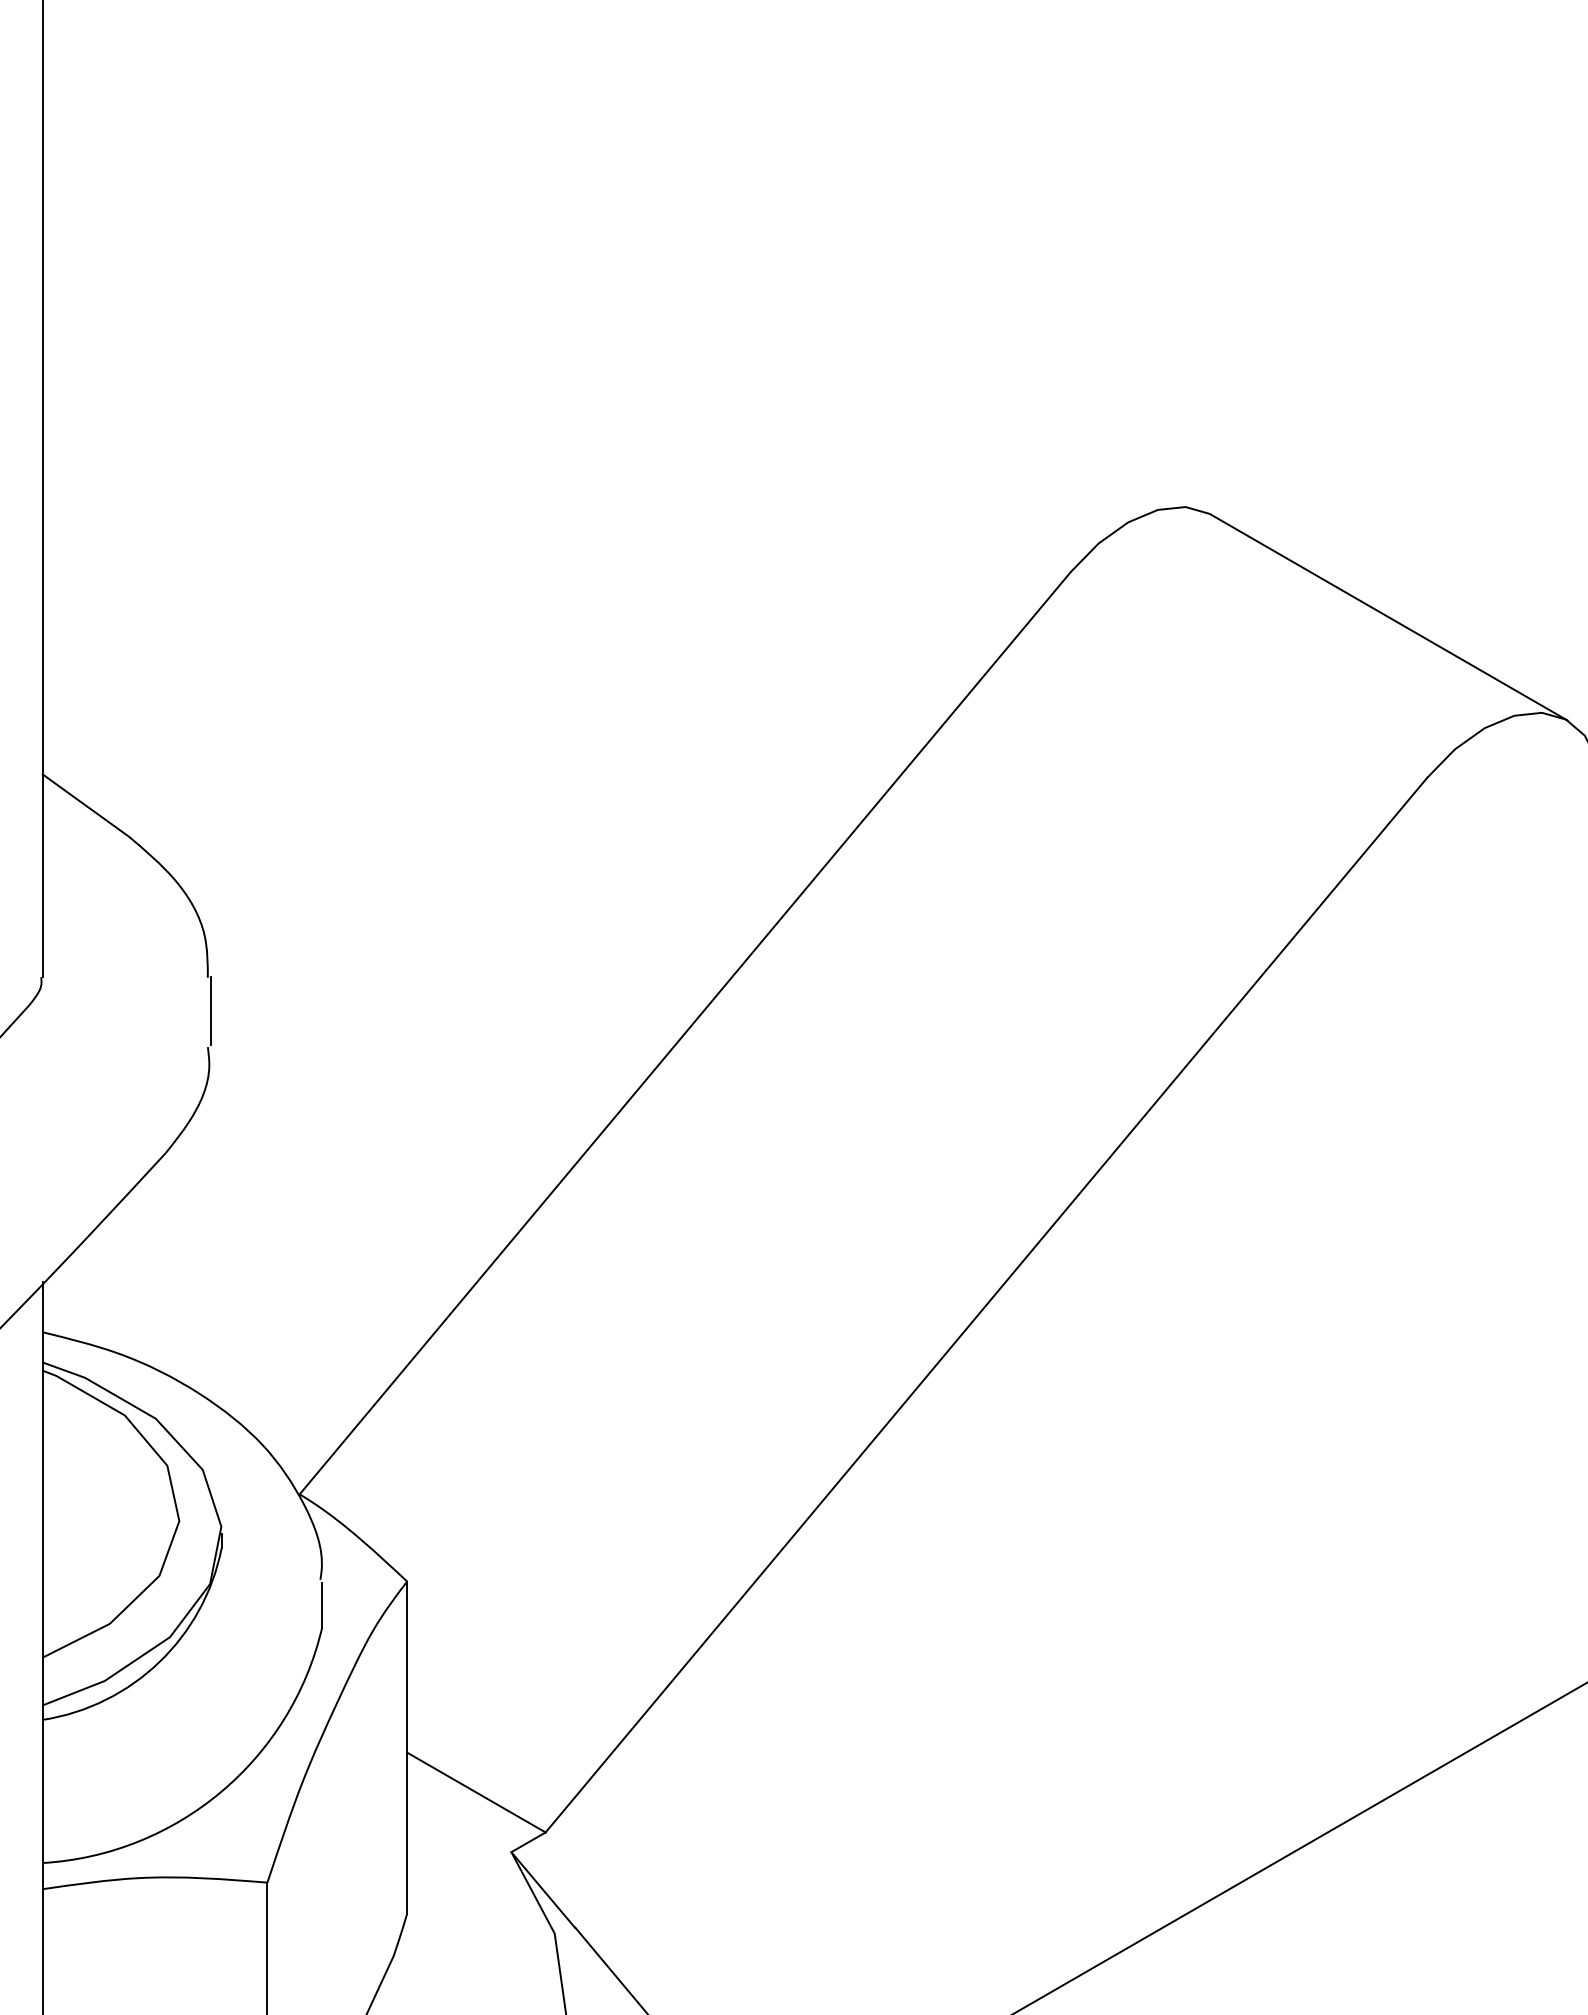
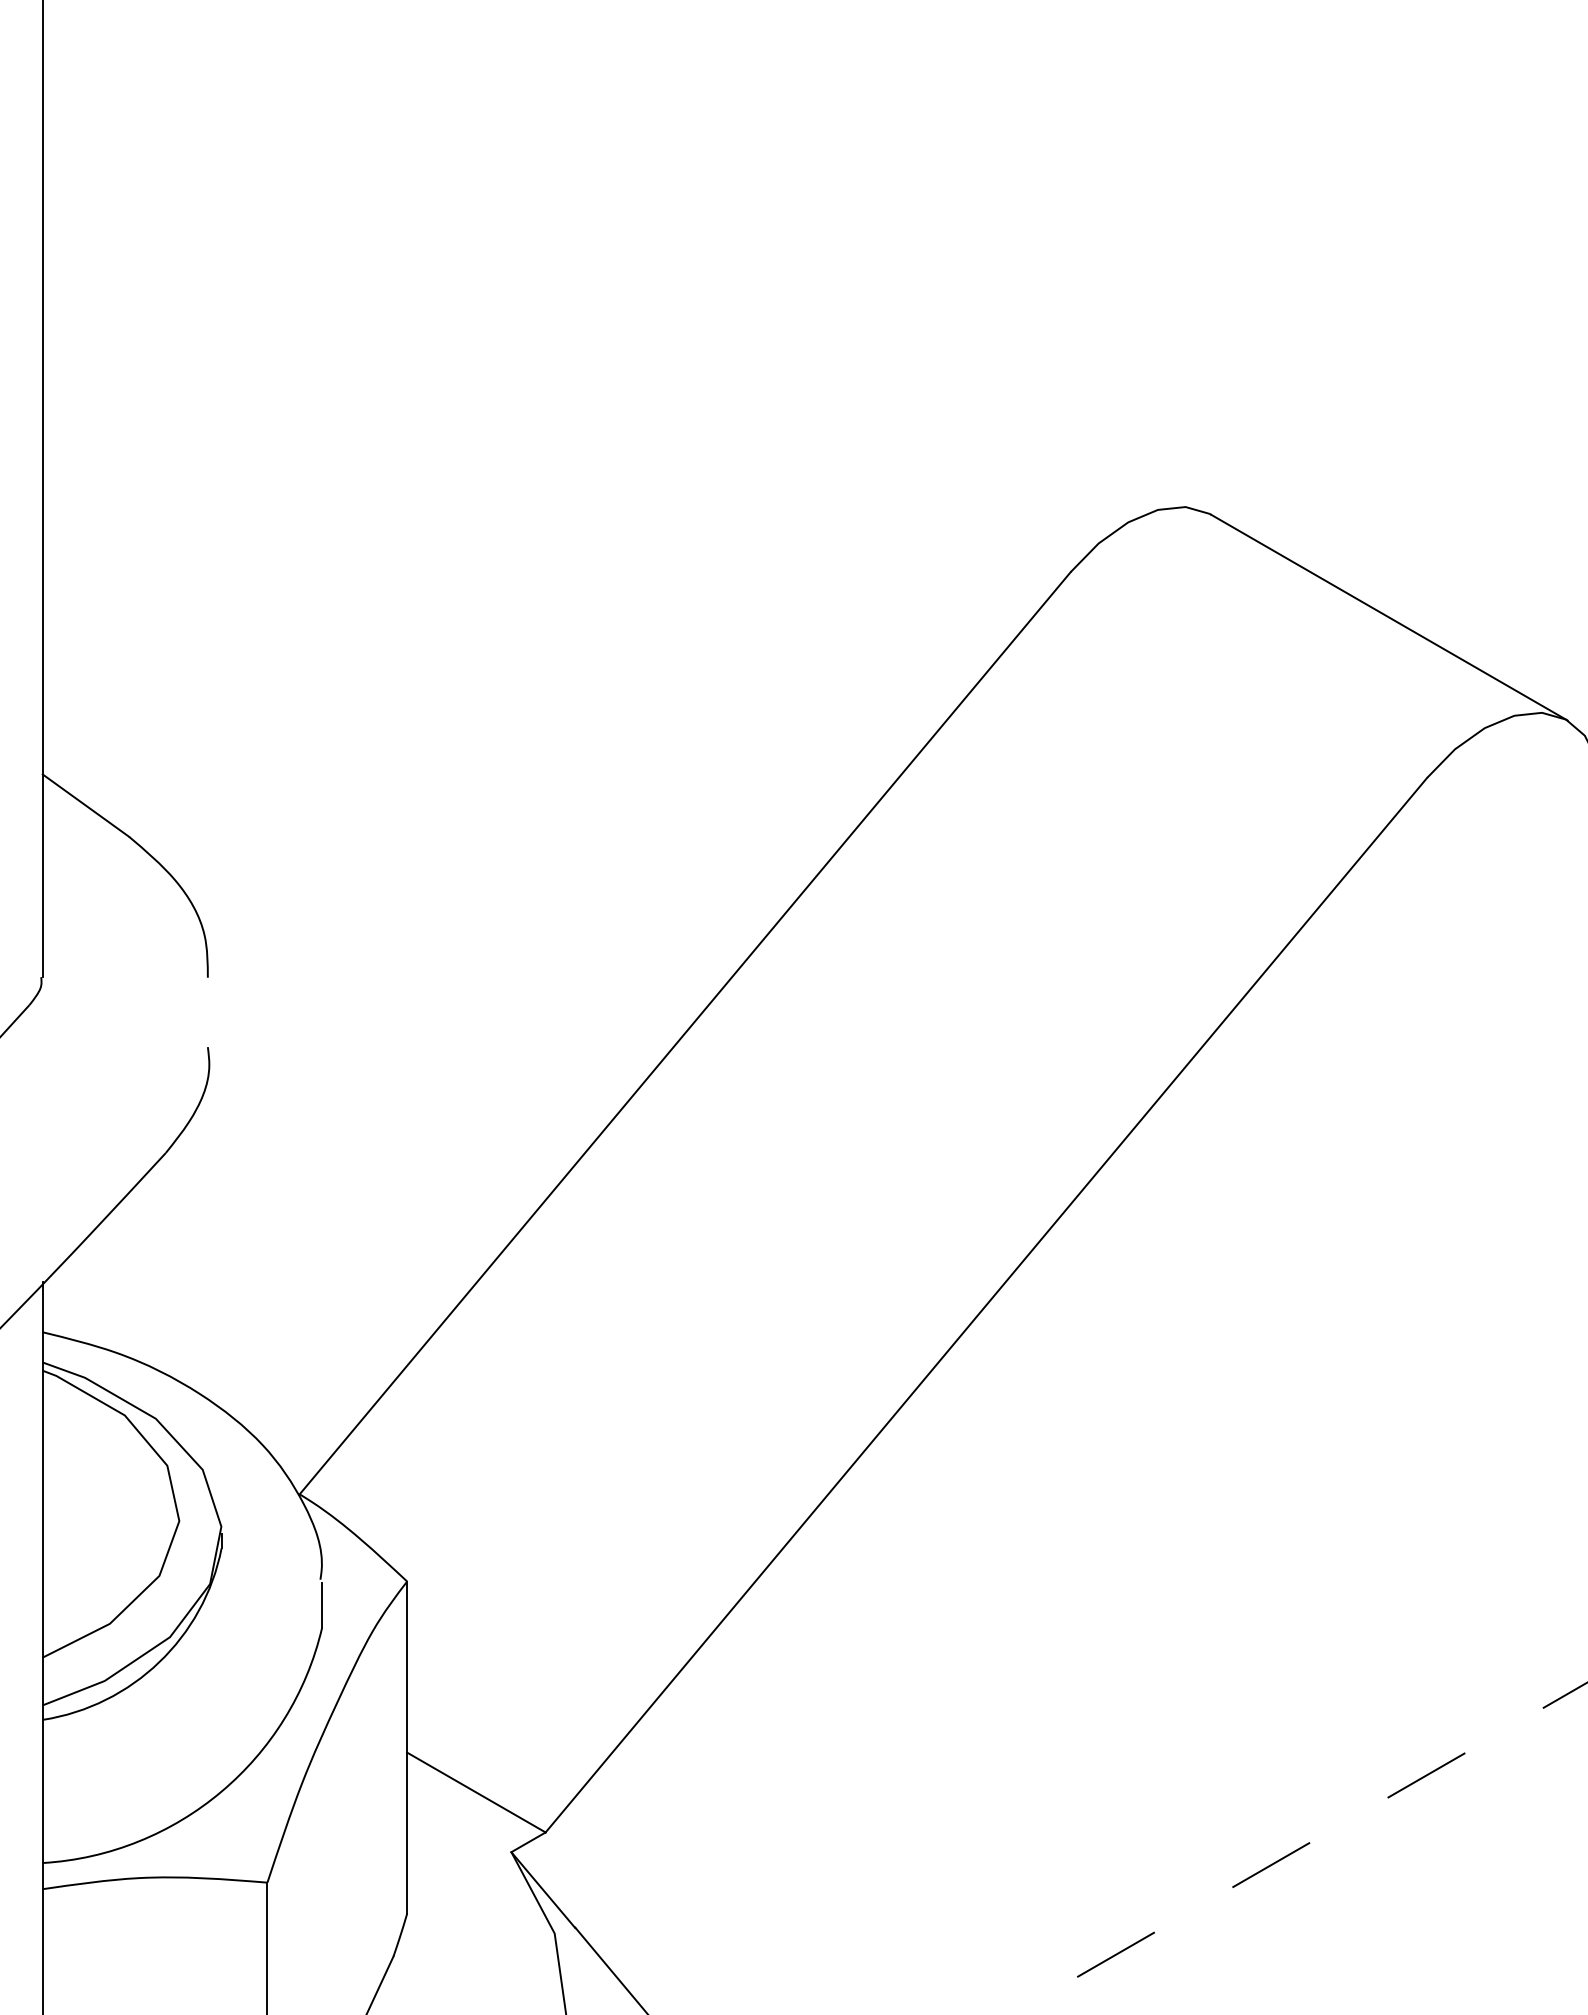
line at (210, 1010): present -> none
line at (1299, 1848): solid -> dashed
